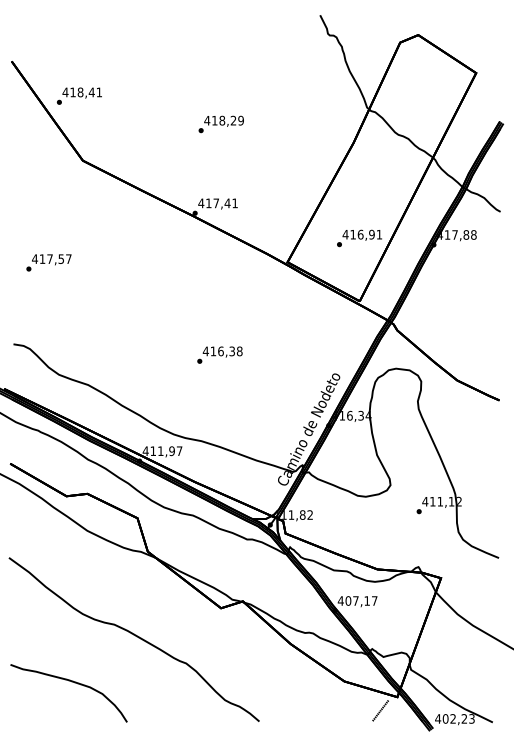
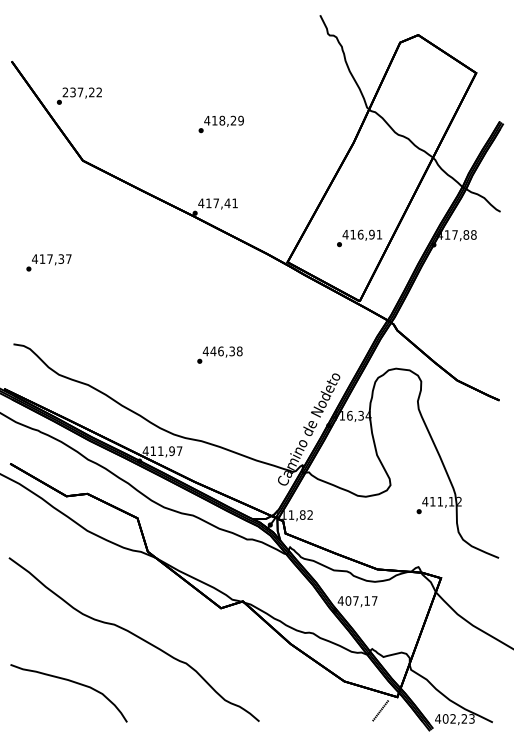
text at (81, 92): 418,41 -> 237,22
text at (61, 258): 417,57 -> 417,37
text at (213, 351): 416,38 -> 446,38
